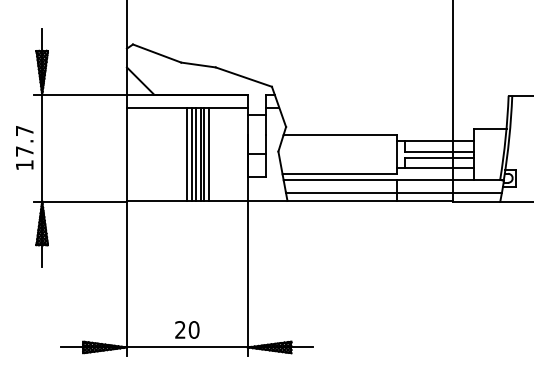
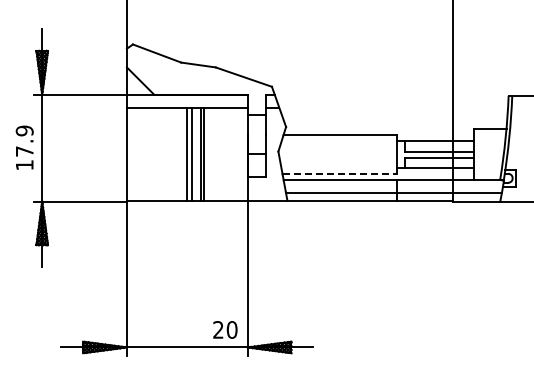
text at (24, 130): 17.7 -> 17.9
line at (195, 153): present -> none
line at (209, 153): present -> none
line at (340, 174): solid -> dashed
text at (187, 329) position: (187, 329) -> (225, 329)
